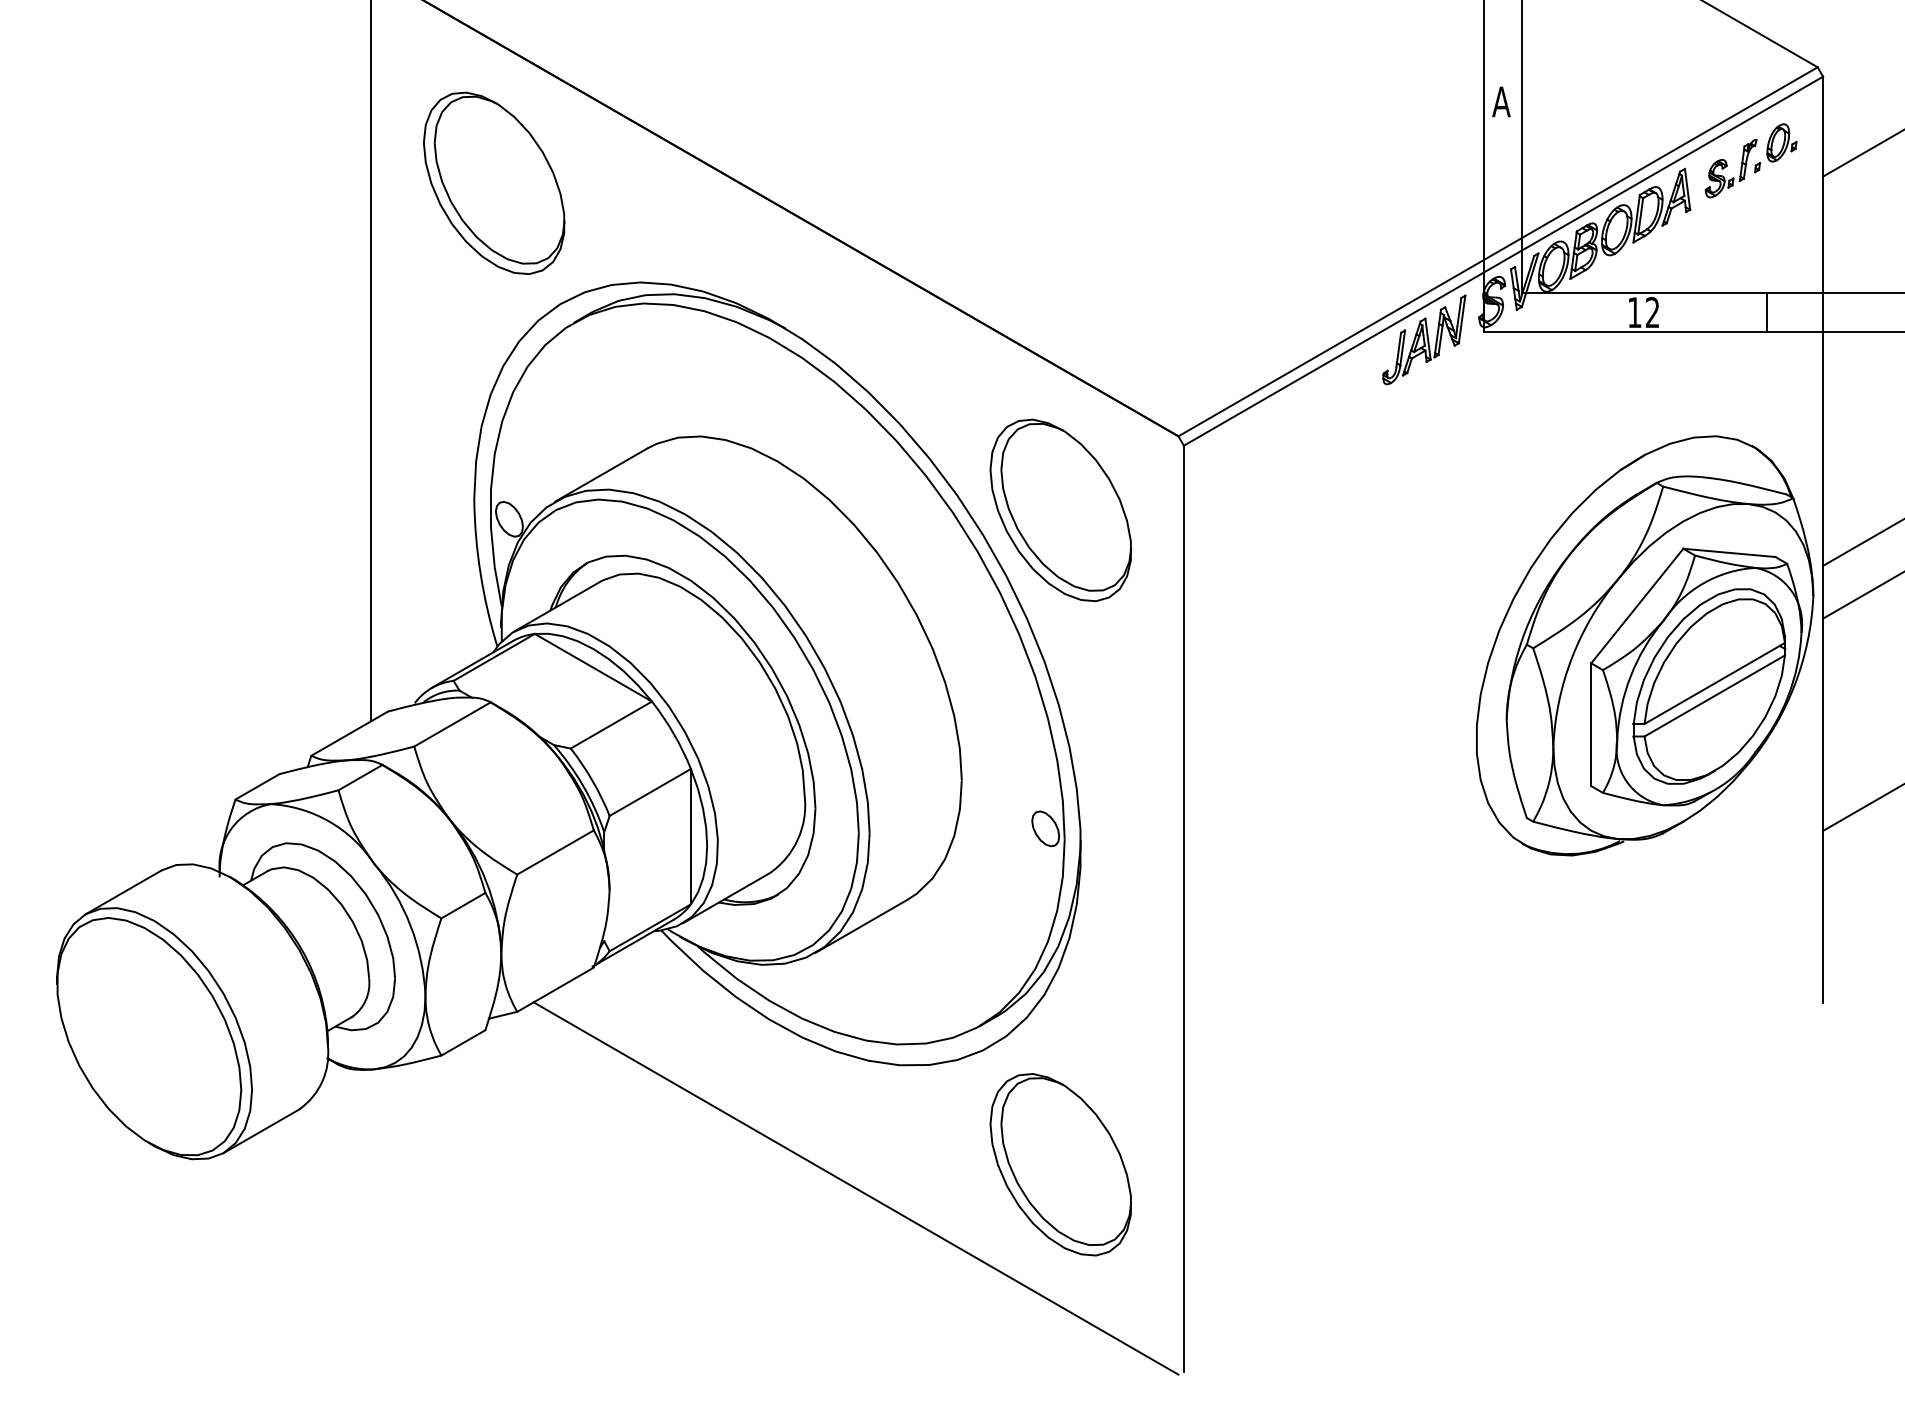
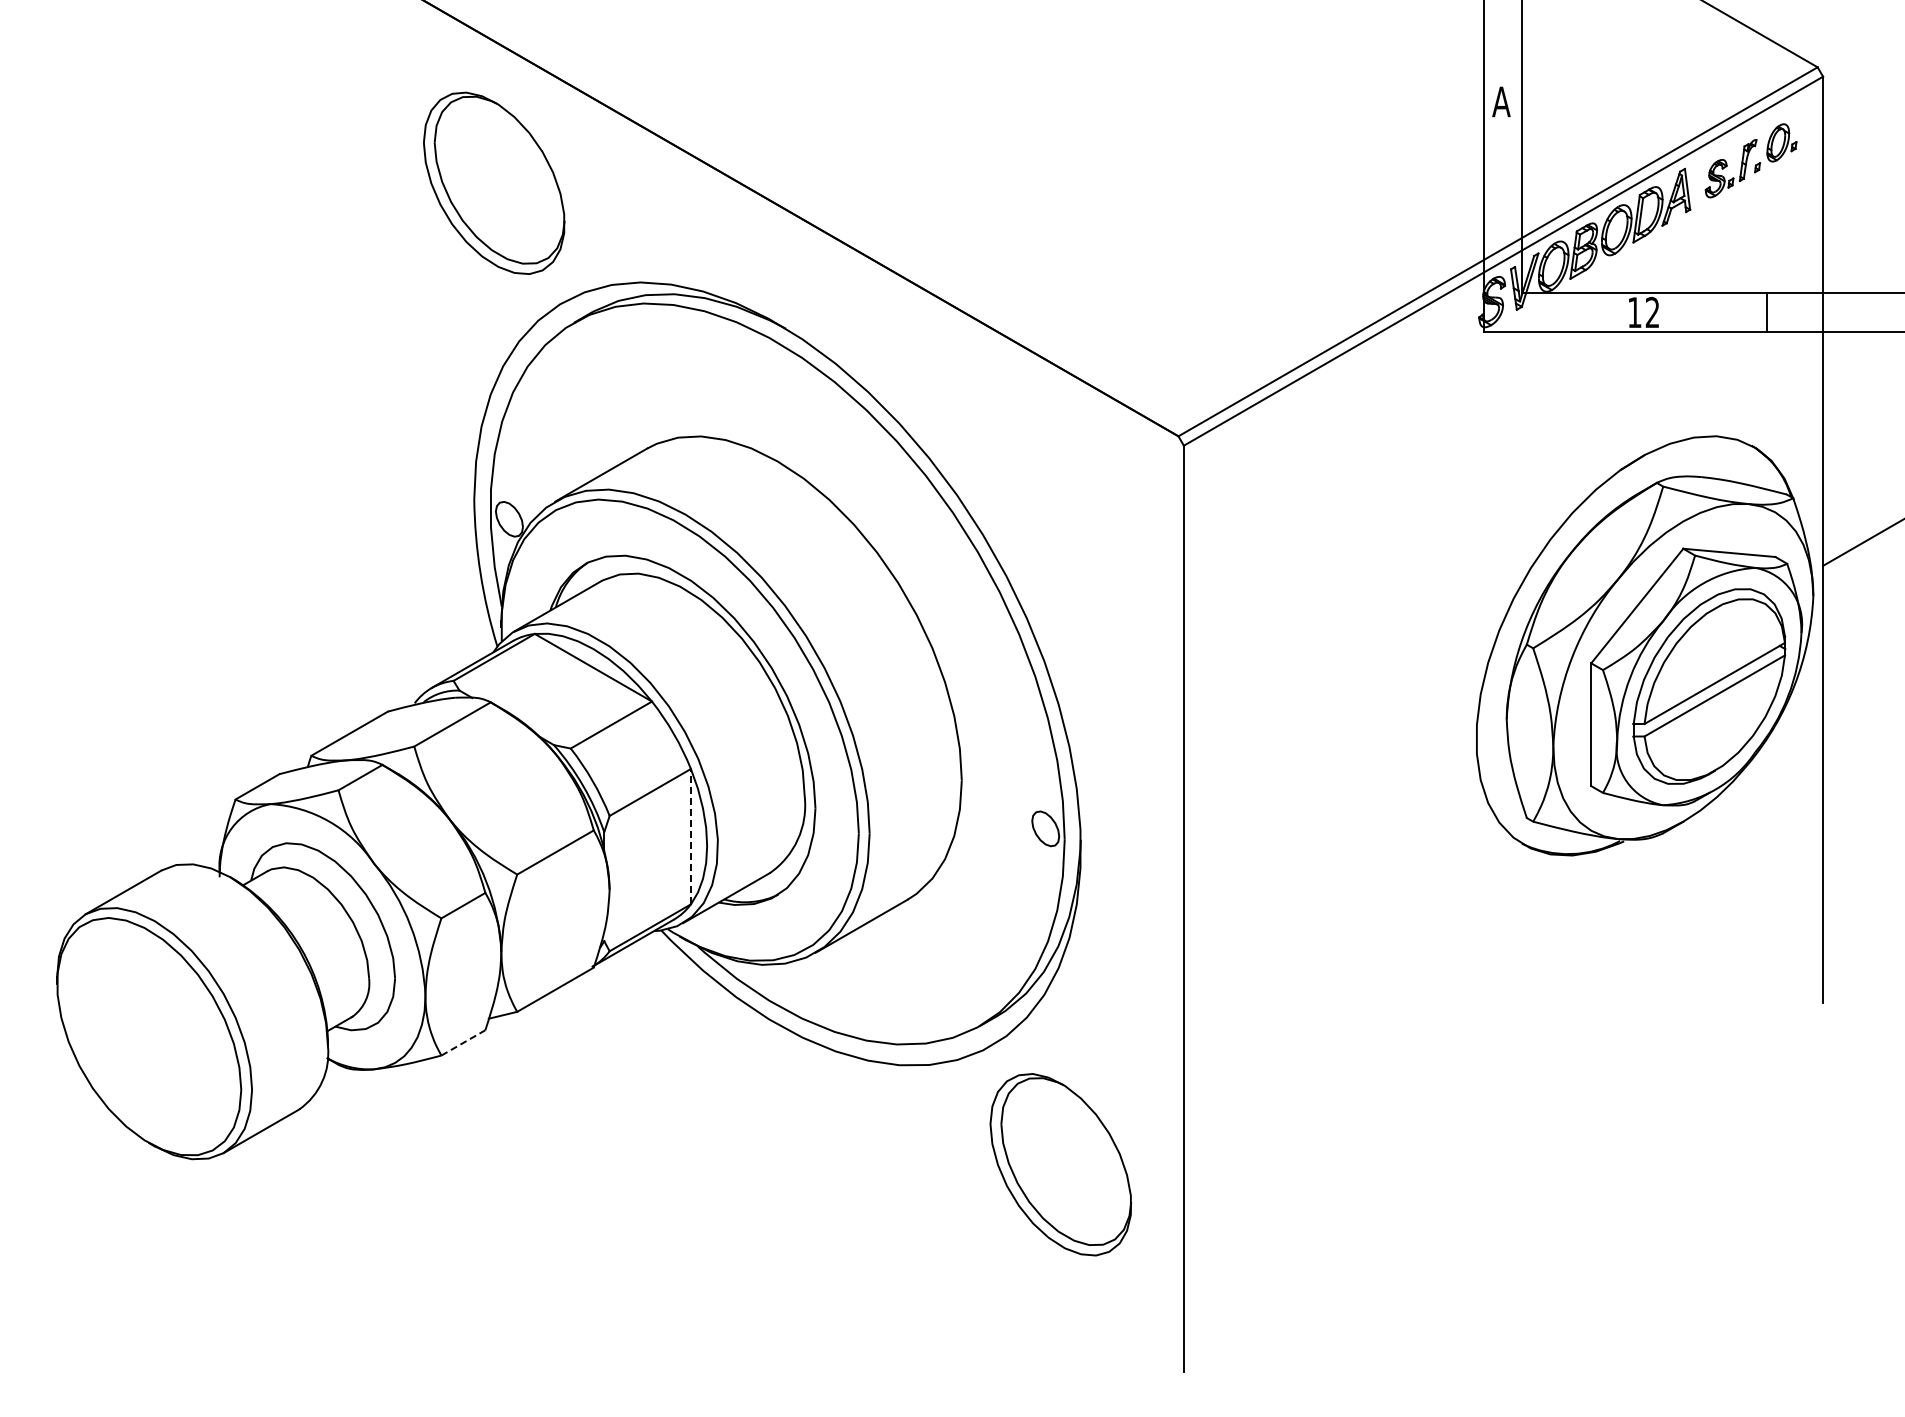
line at (1862, 153): present -> none
part at (1424, 339): present -> none
line at (371, 361): present -> none
part at (1060, 510): present -> none
line at (1862, 595): present -> none
line at (1862, 807): present -> none
line at (690, 836): solid -> dashed
line at (463, 1042): solid -> dashed
line at (855, 1188): present -> none
